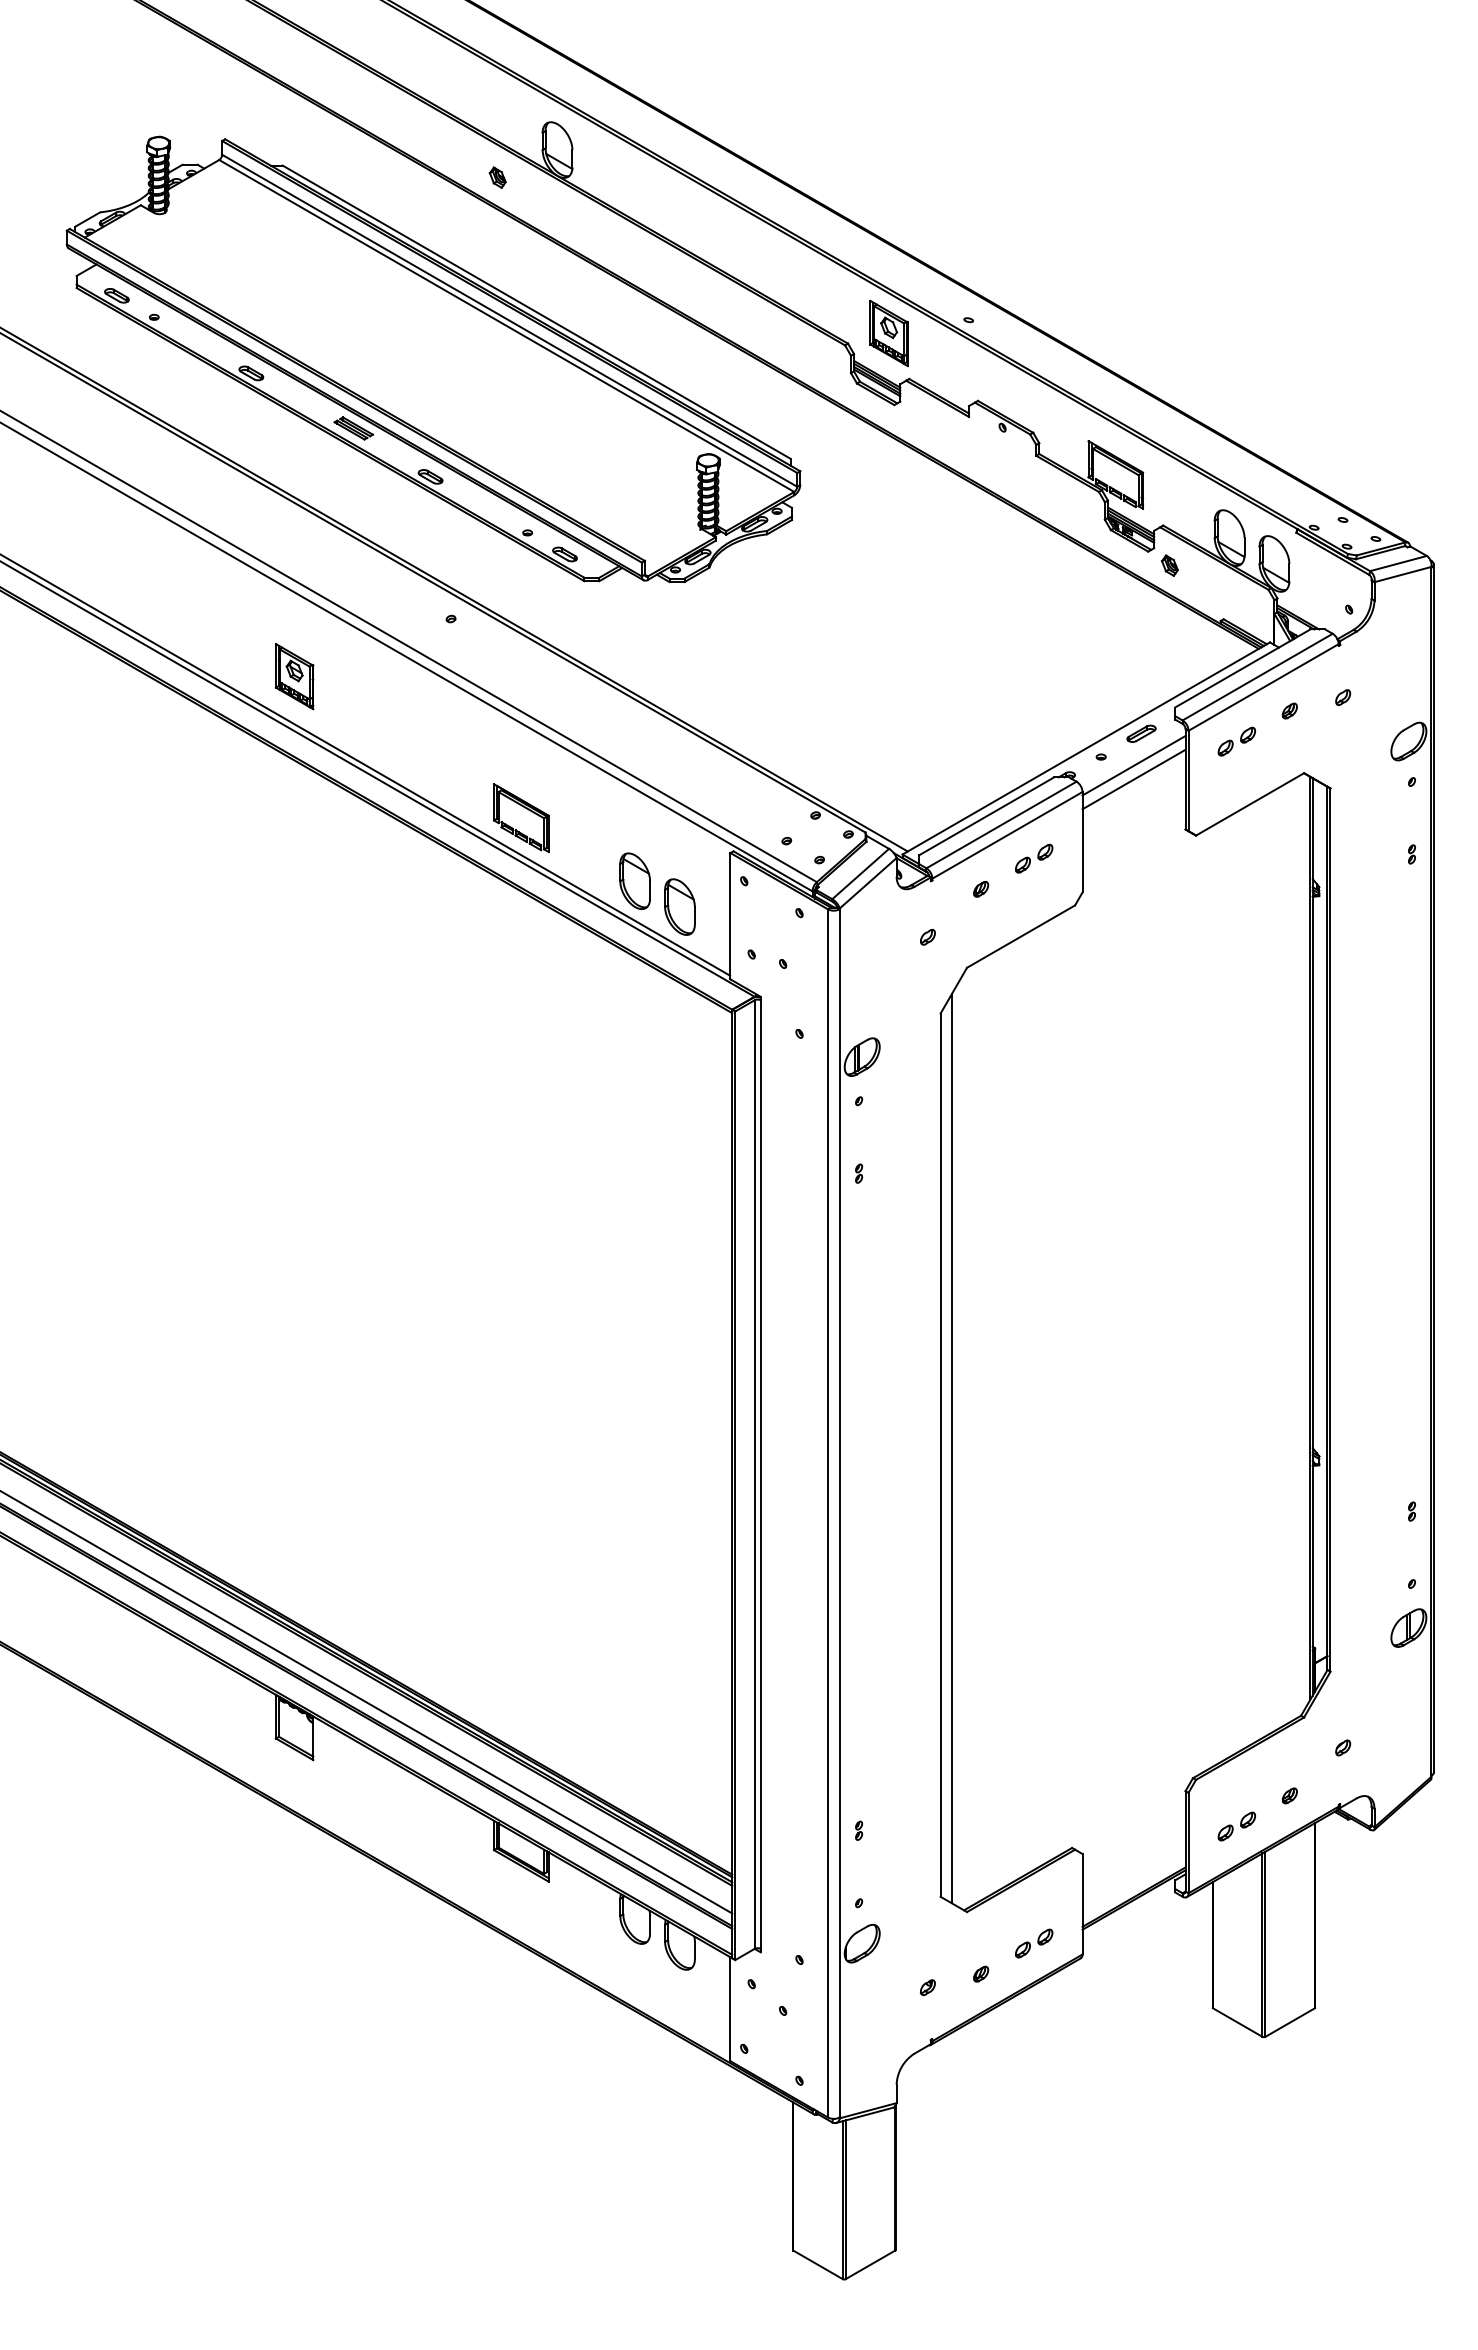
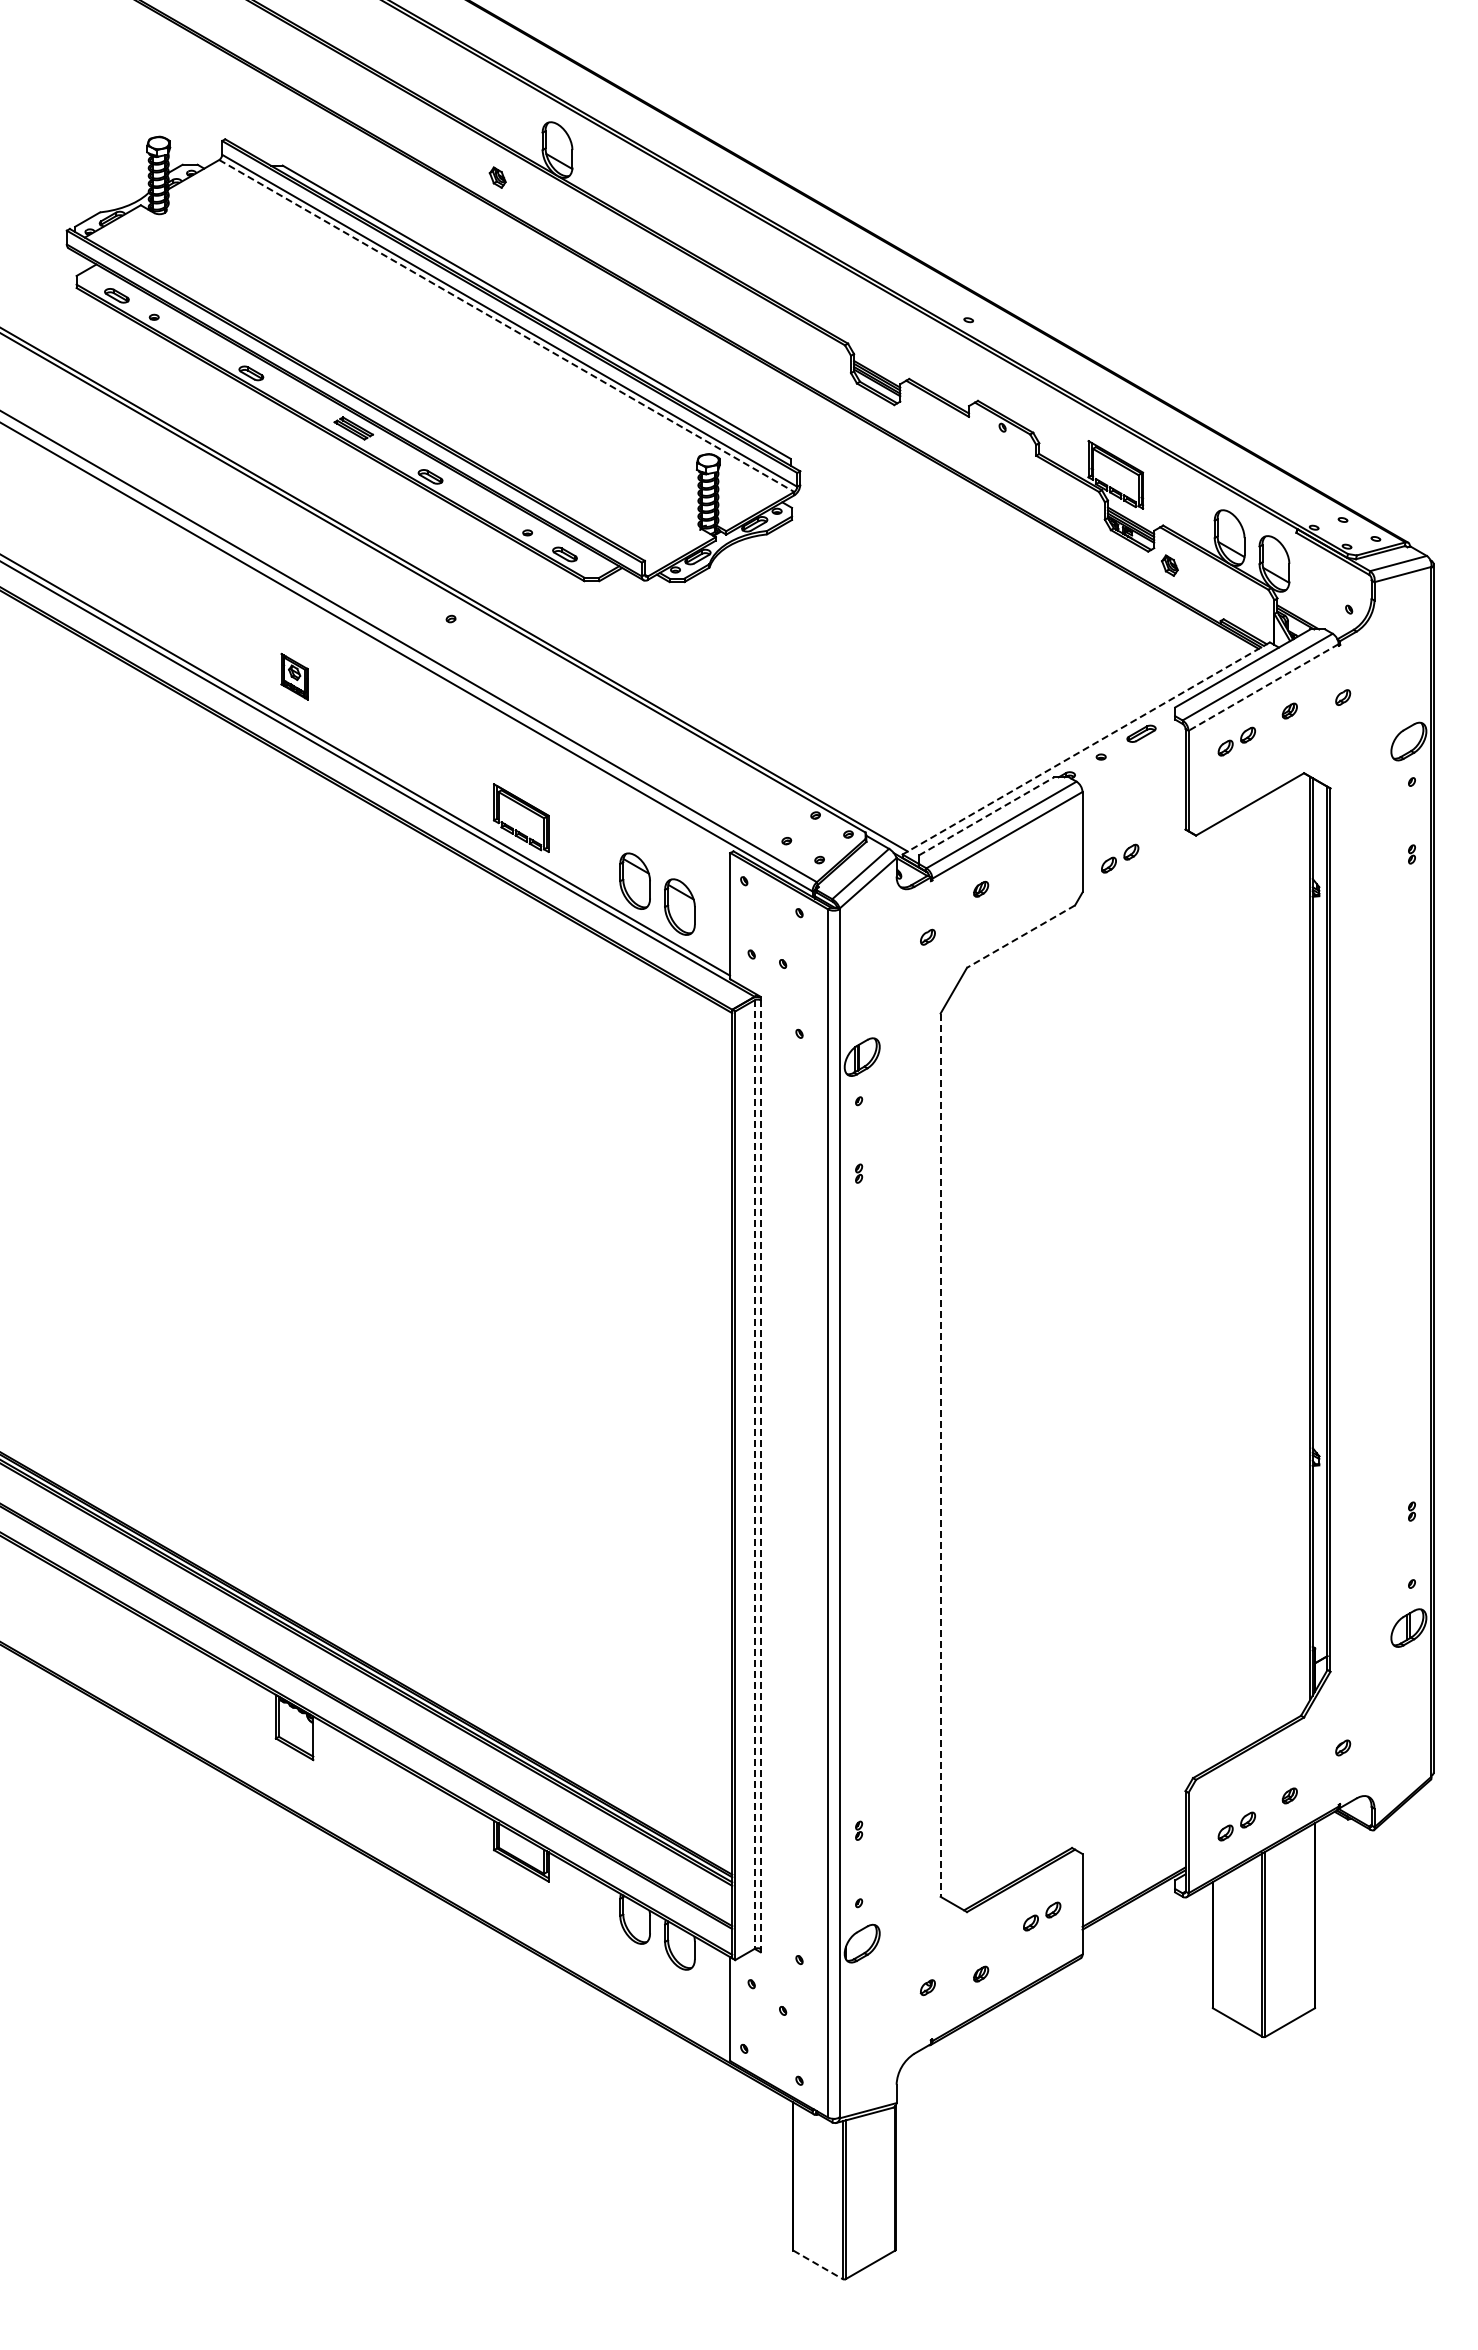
line at (506, 325): solid -> dashed
part at (888, 332): present -> none
part at (294, 676) size: 41x68 px -> 29x49 px
line at (1263, 687): solid -> dashed
line at (1085, 748): solid -> dashed
line at (1133, 765): present -> none
line at (1133, 779): present -> none
line at (987, 816): solid -> dashed
part at (1034, 858) position: (1034, 858) -> (1120, 858)
line at (1020, 936): solid -> dashed
line at (951, 1448): present -> none
line at (940, 1455): solid -> dashed
line at (754, 1475): solid -> dashed
line at (760, 1475): solid -> dashed
line at (367, 1702): present -> none
part at (1034, 1943) position: (1034, 1943) -> (1042, 1916)
line at (818, 2265): solid -> dashed
